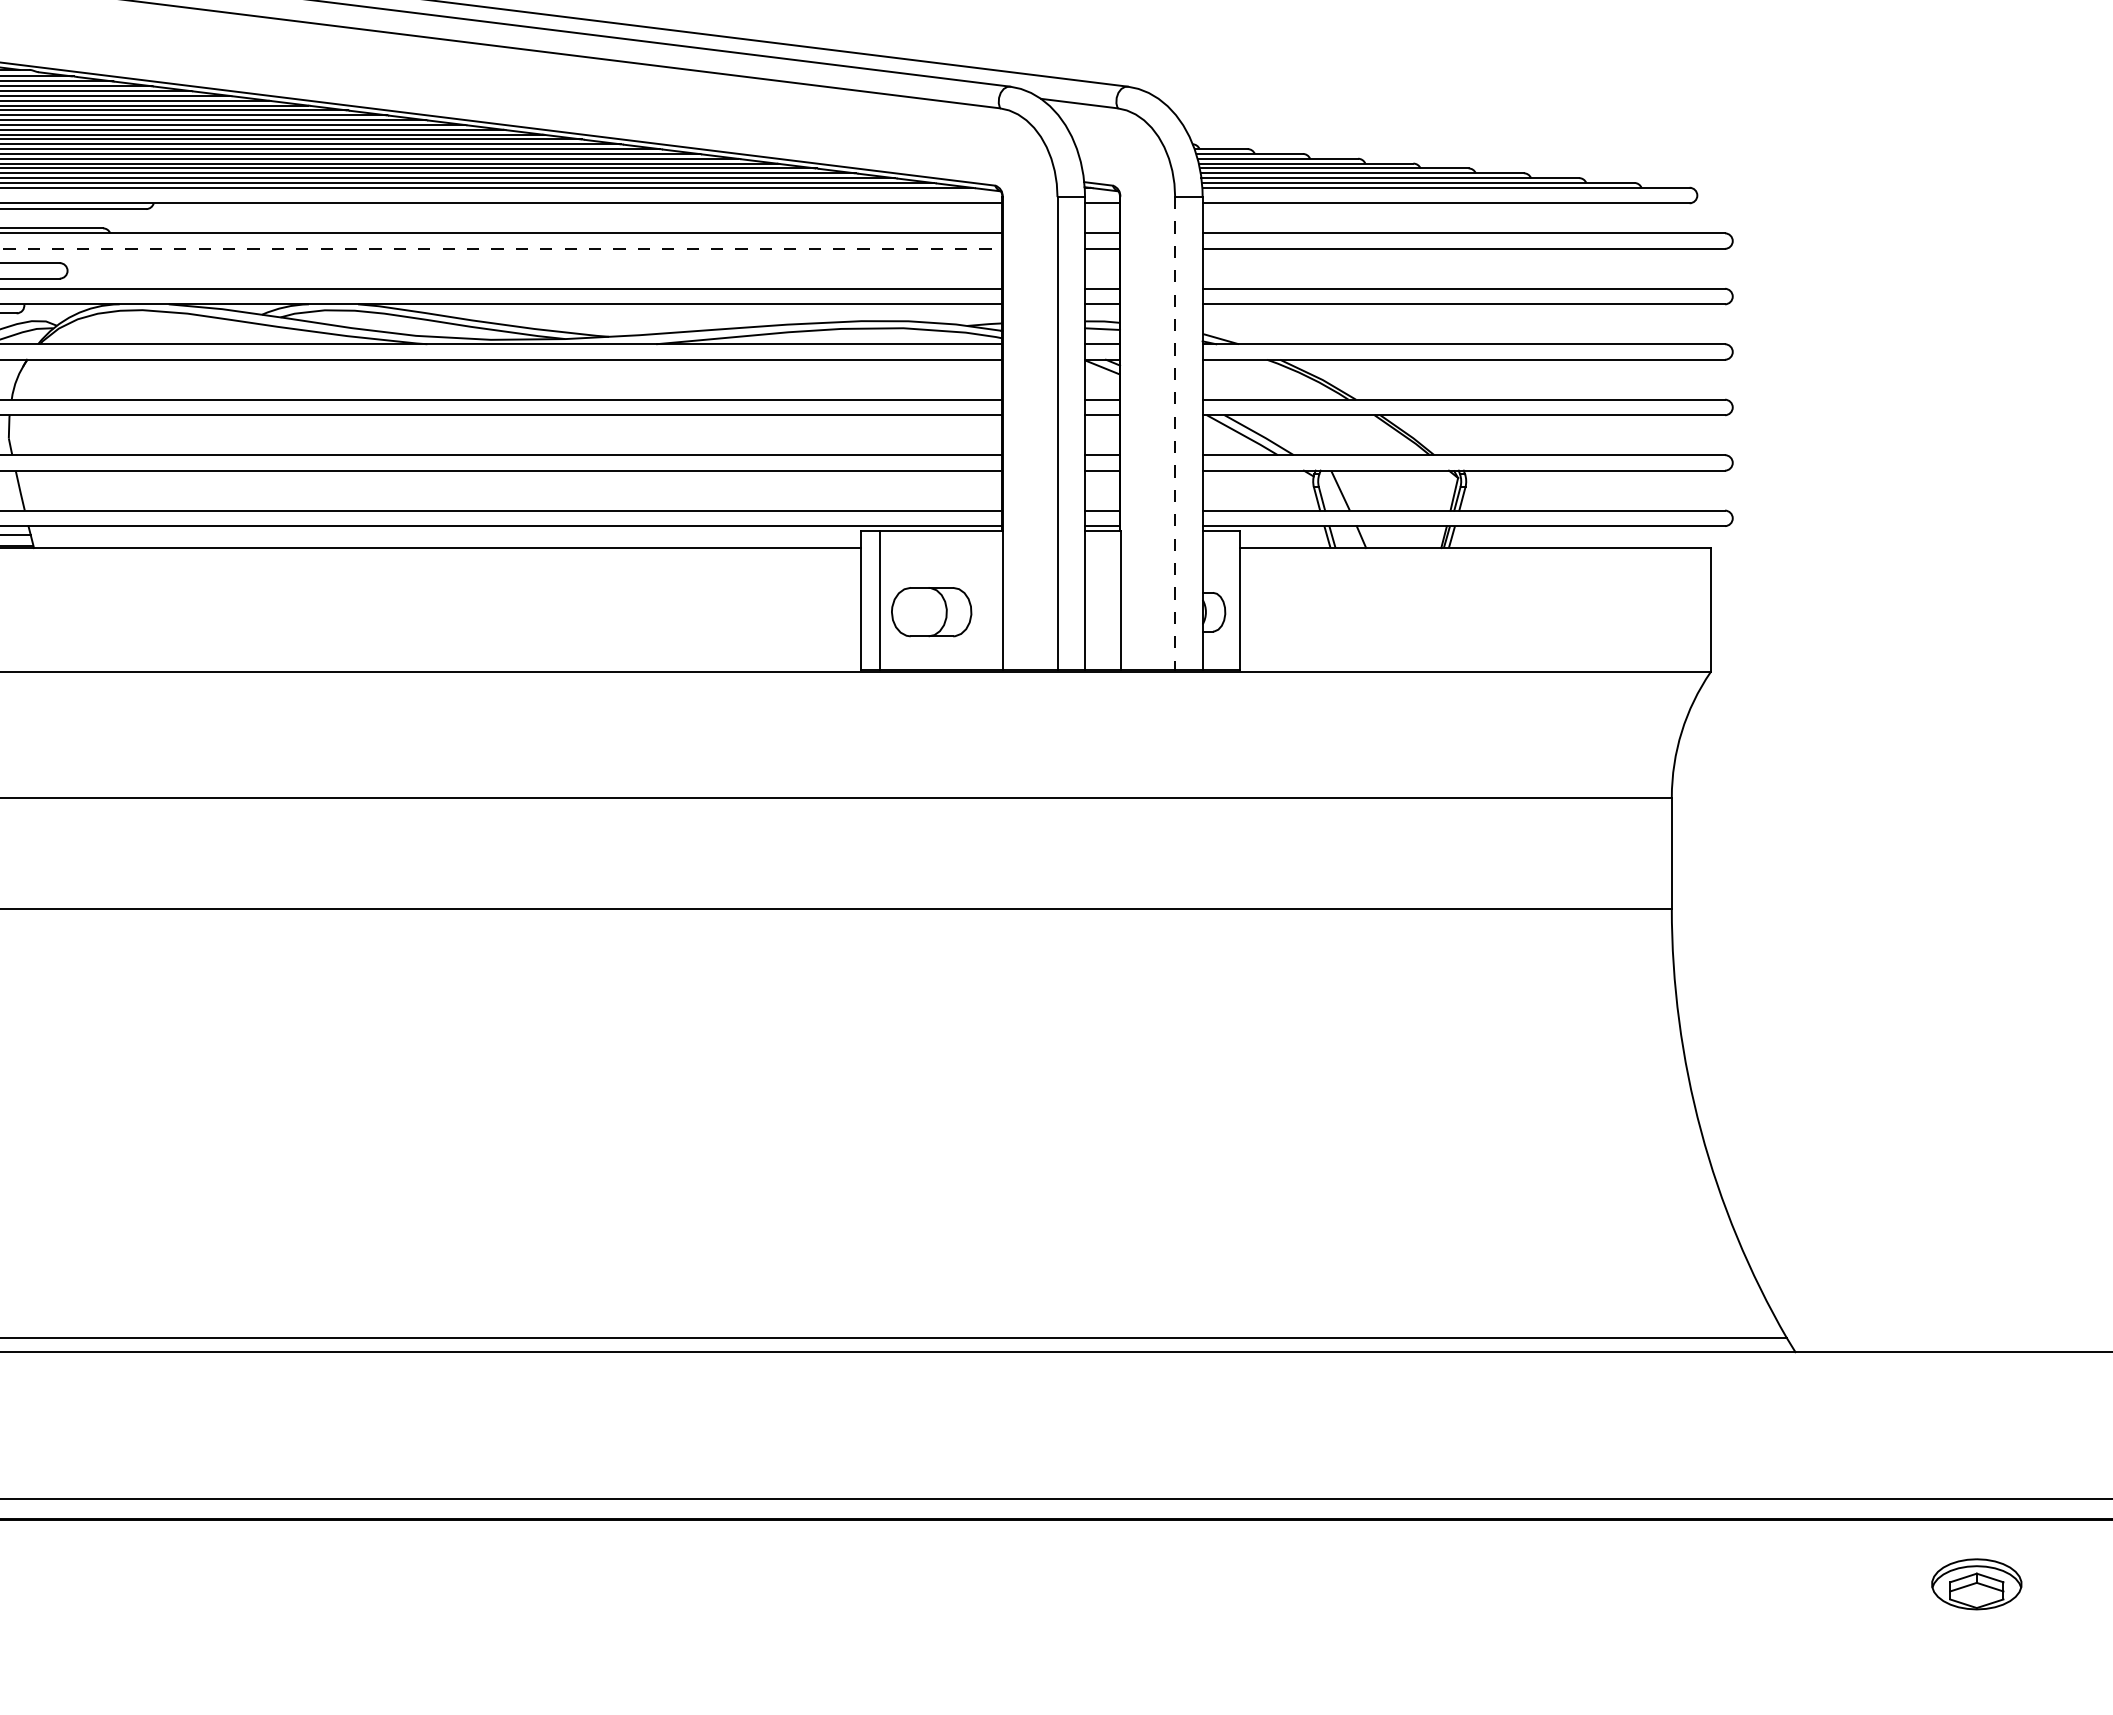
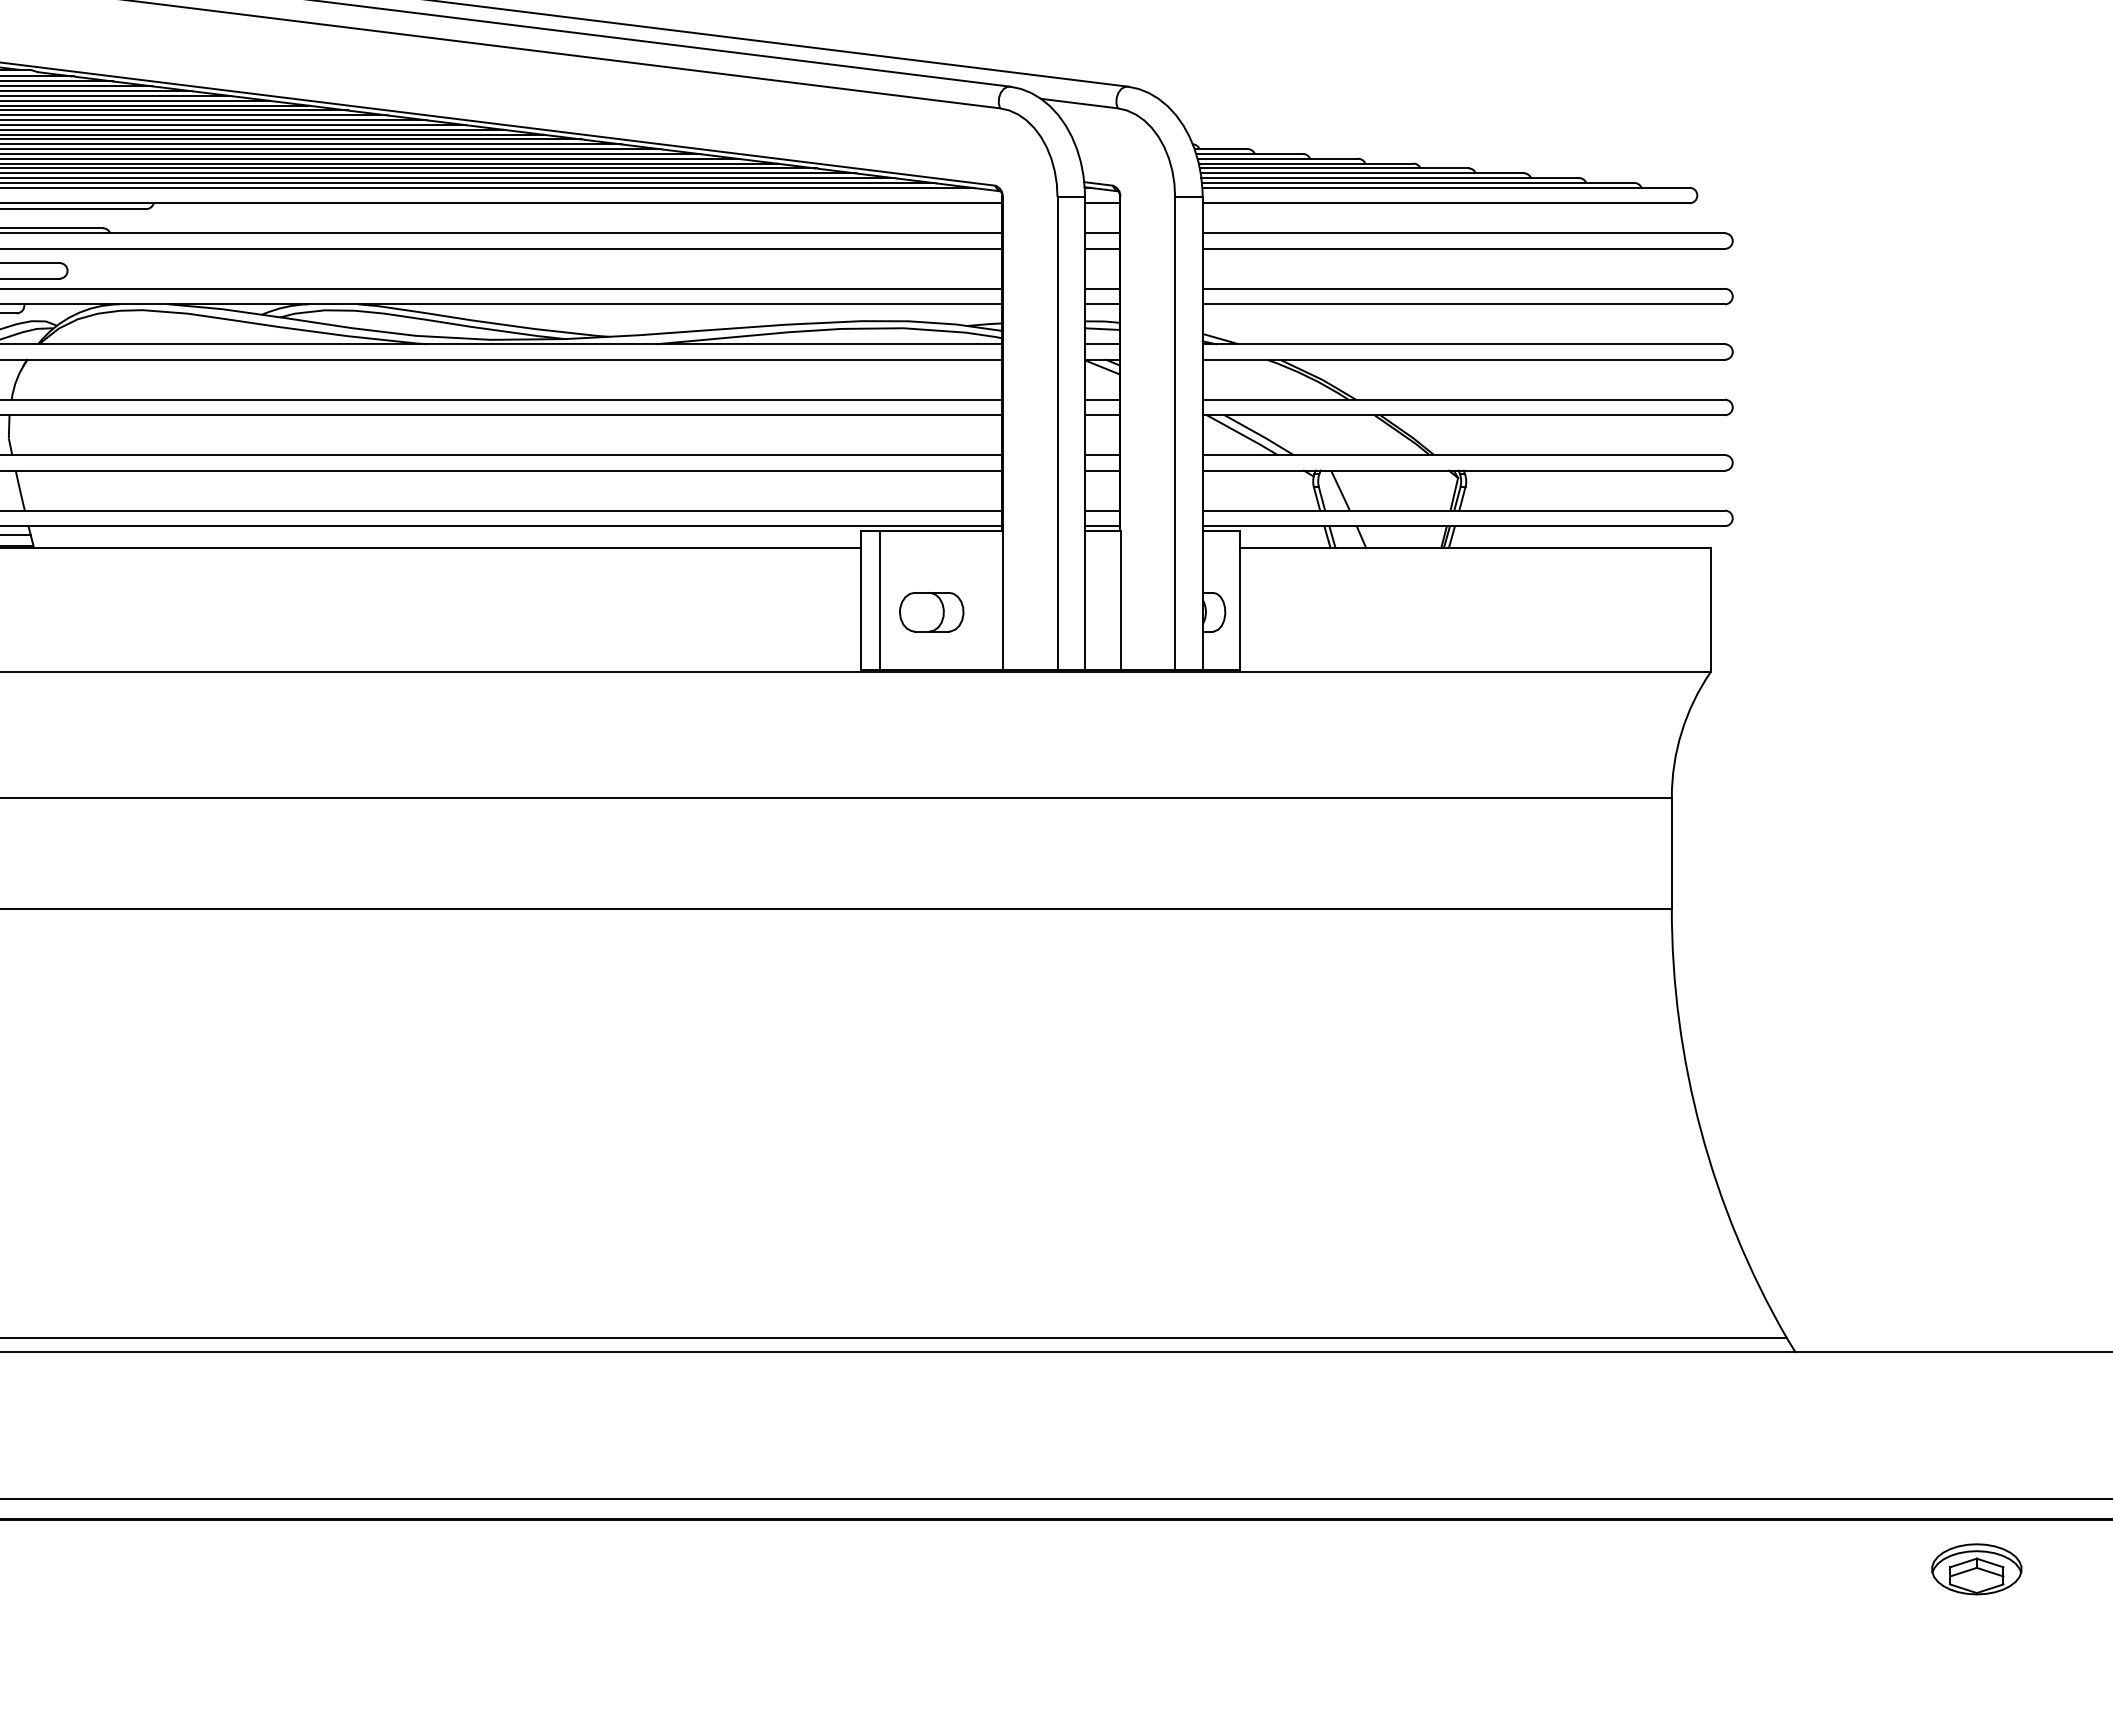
line at (501, 248): dashed -> solid
line at (1175, 433): dashed -> solid
part at (931, 612) size: 82x51 px -> 66x41 px
part at (1976, 1584) position: (1976, 1584) -> (1976, 1569)
